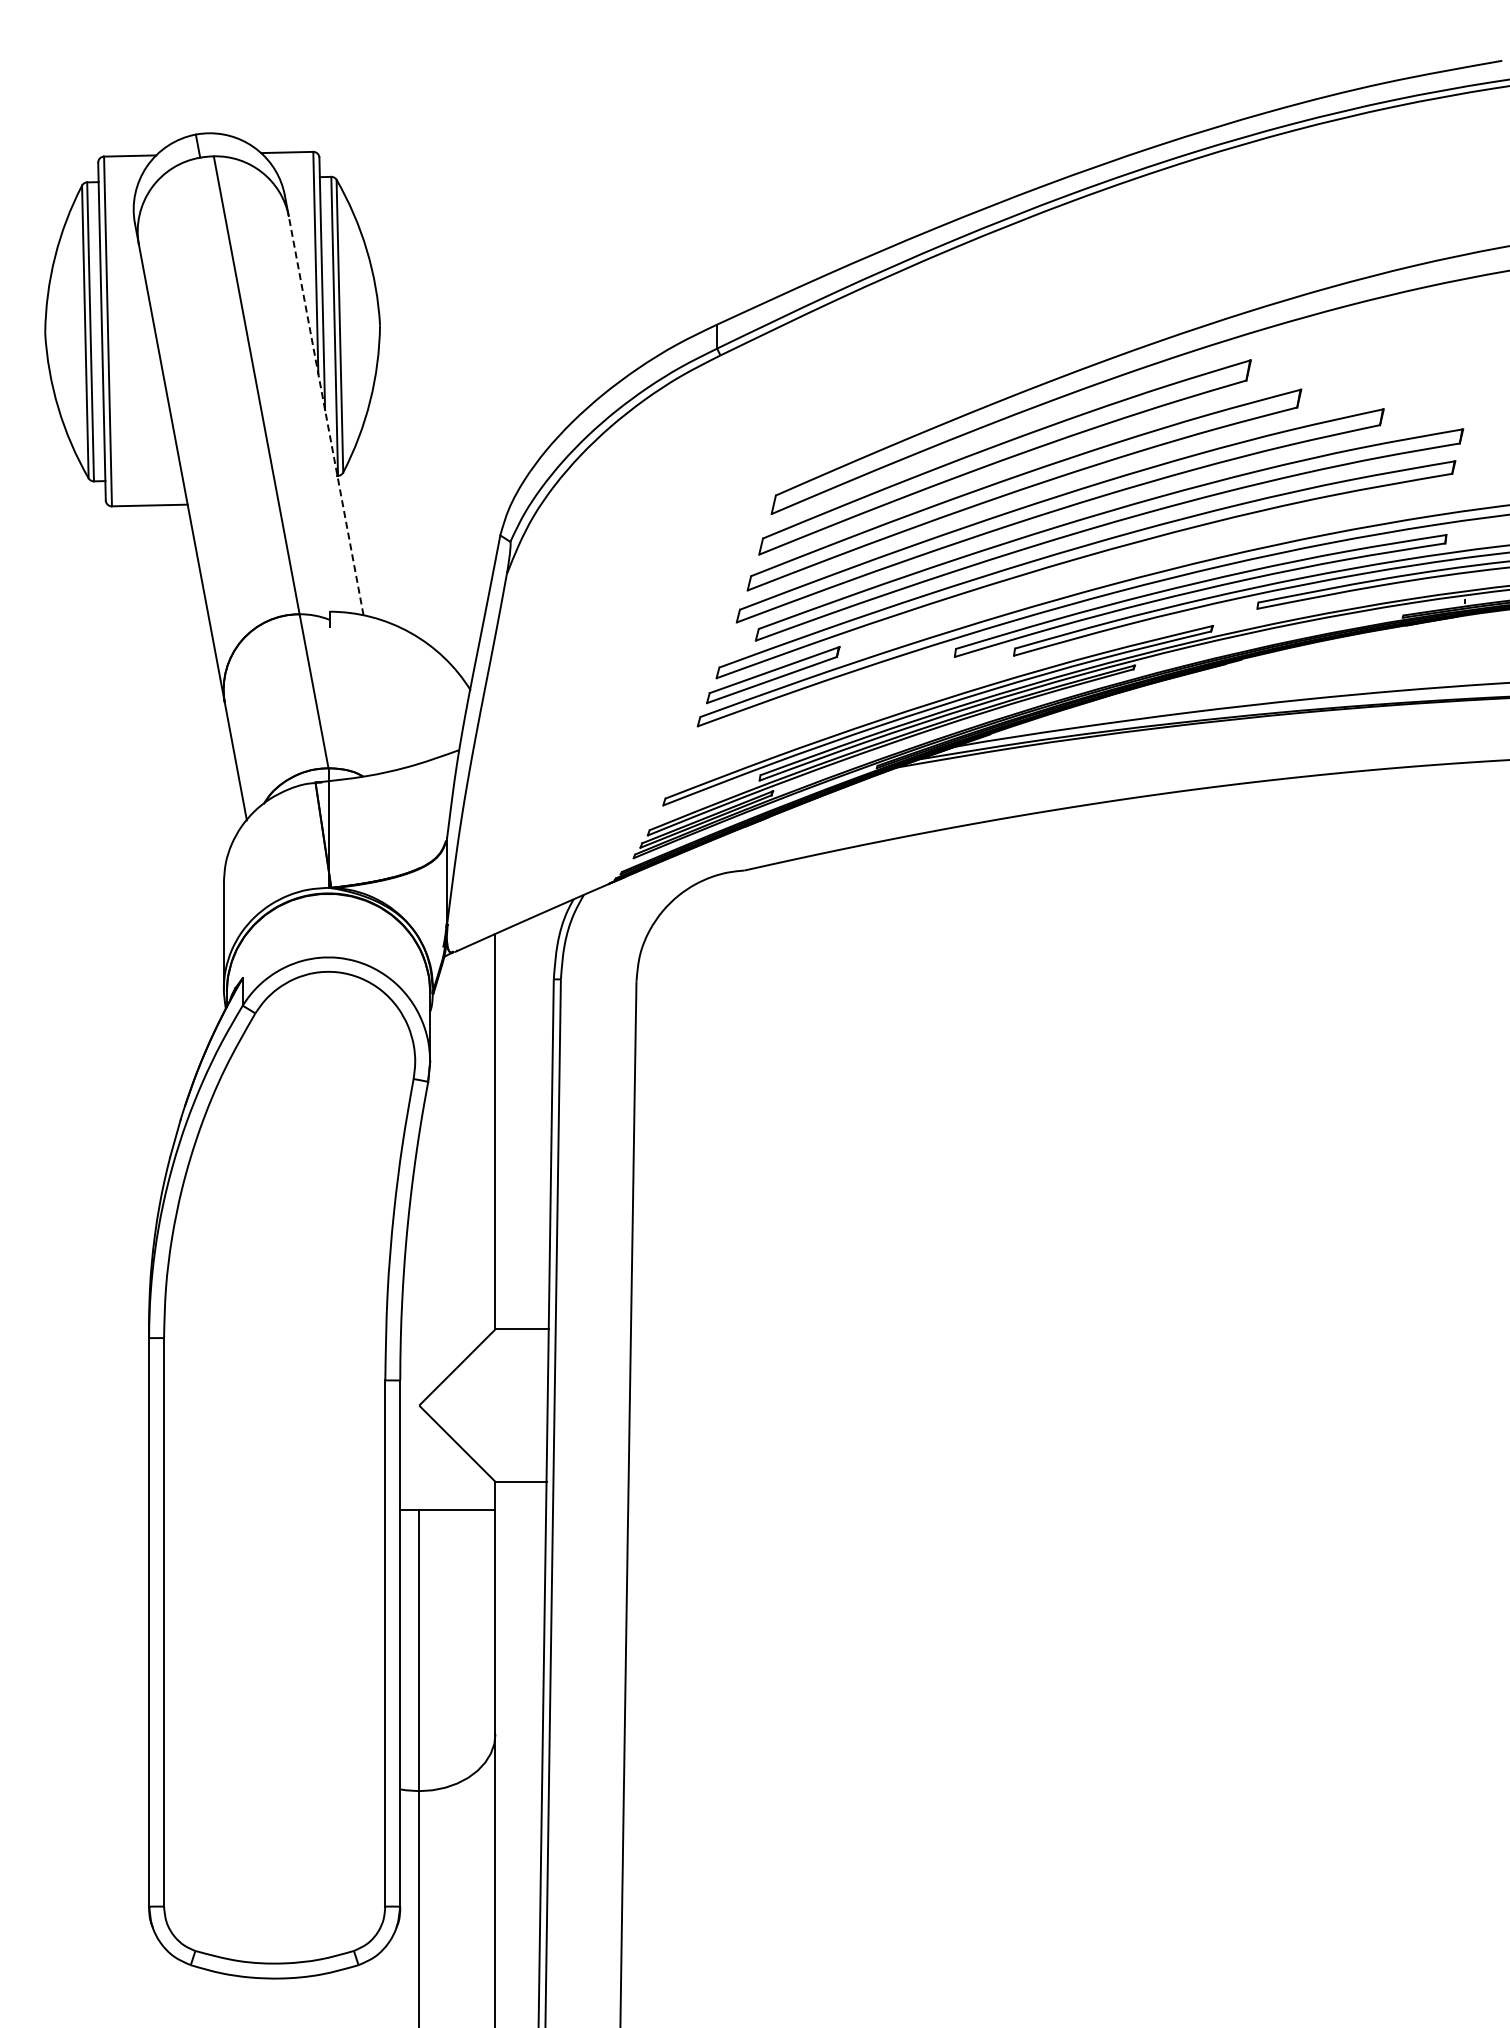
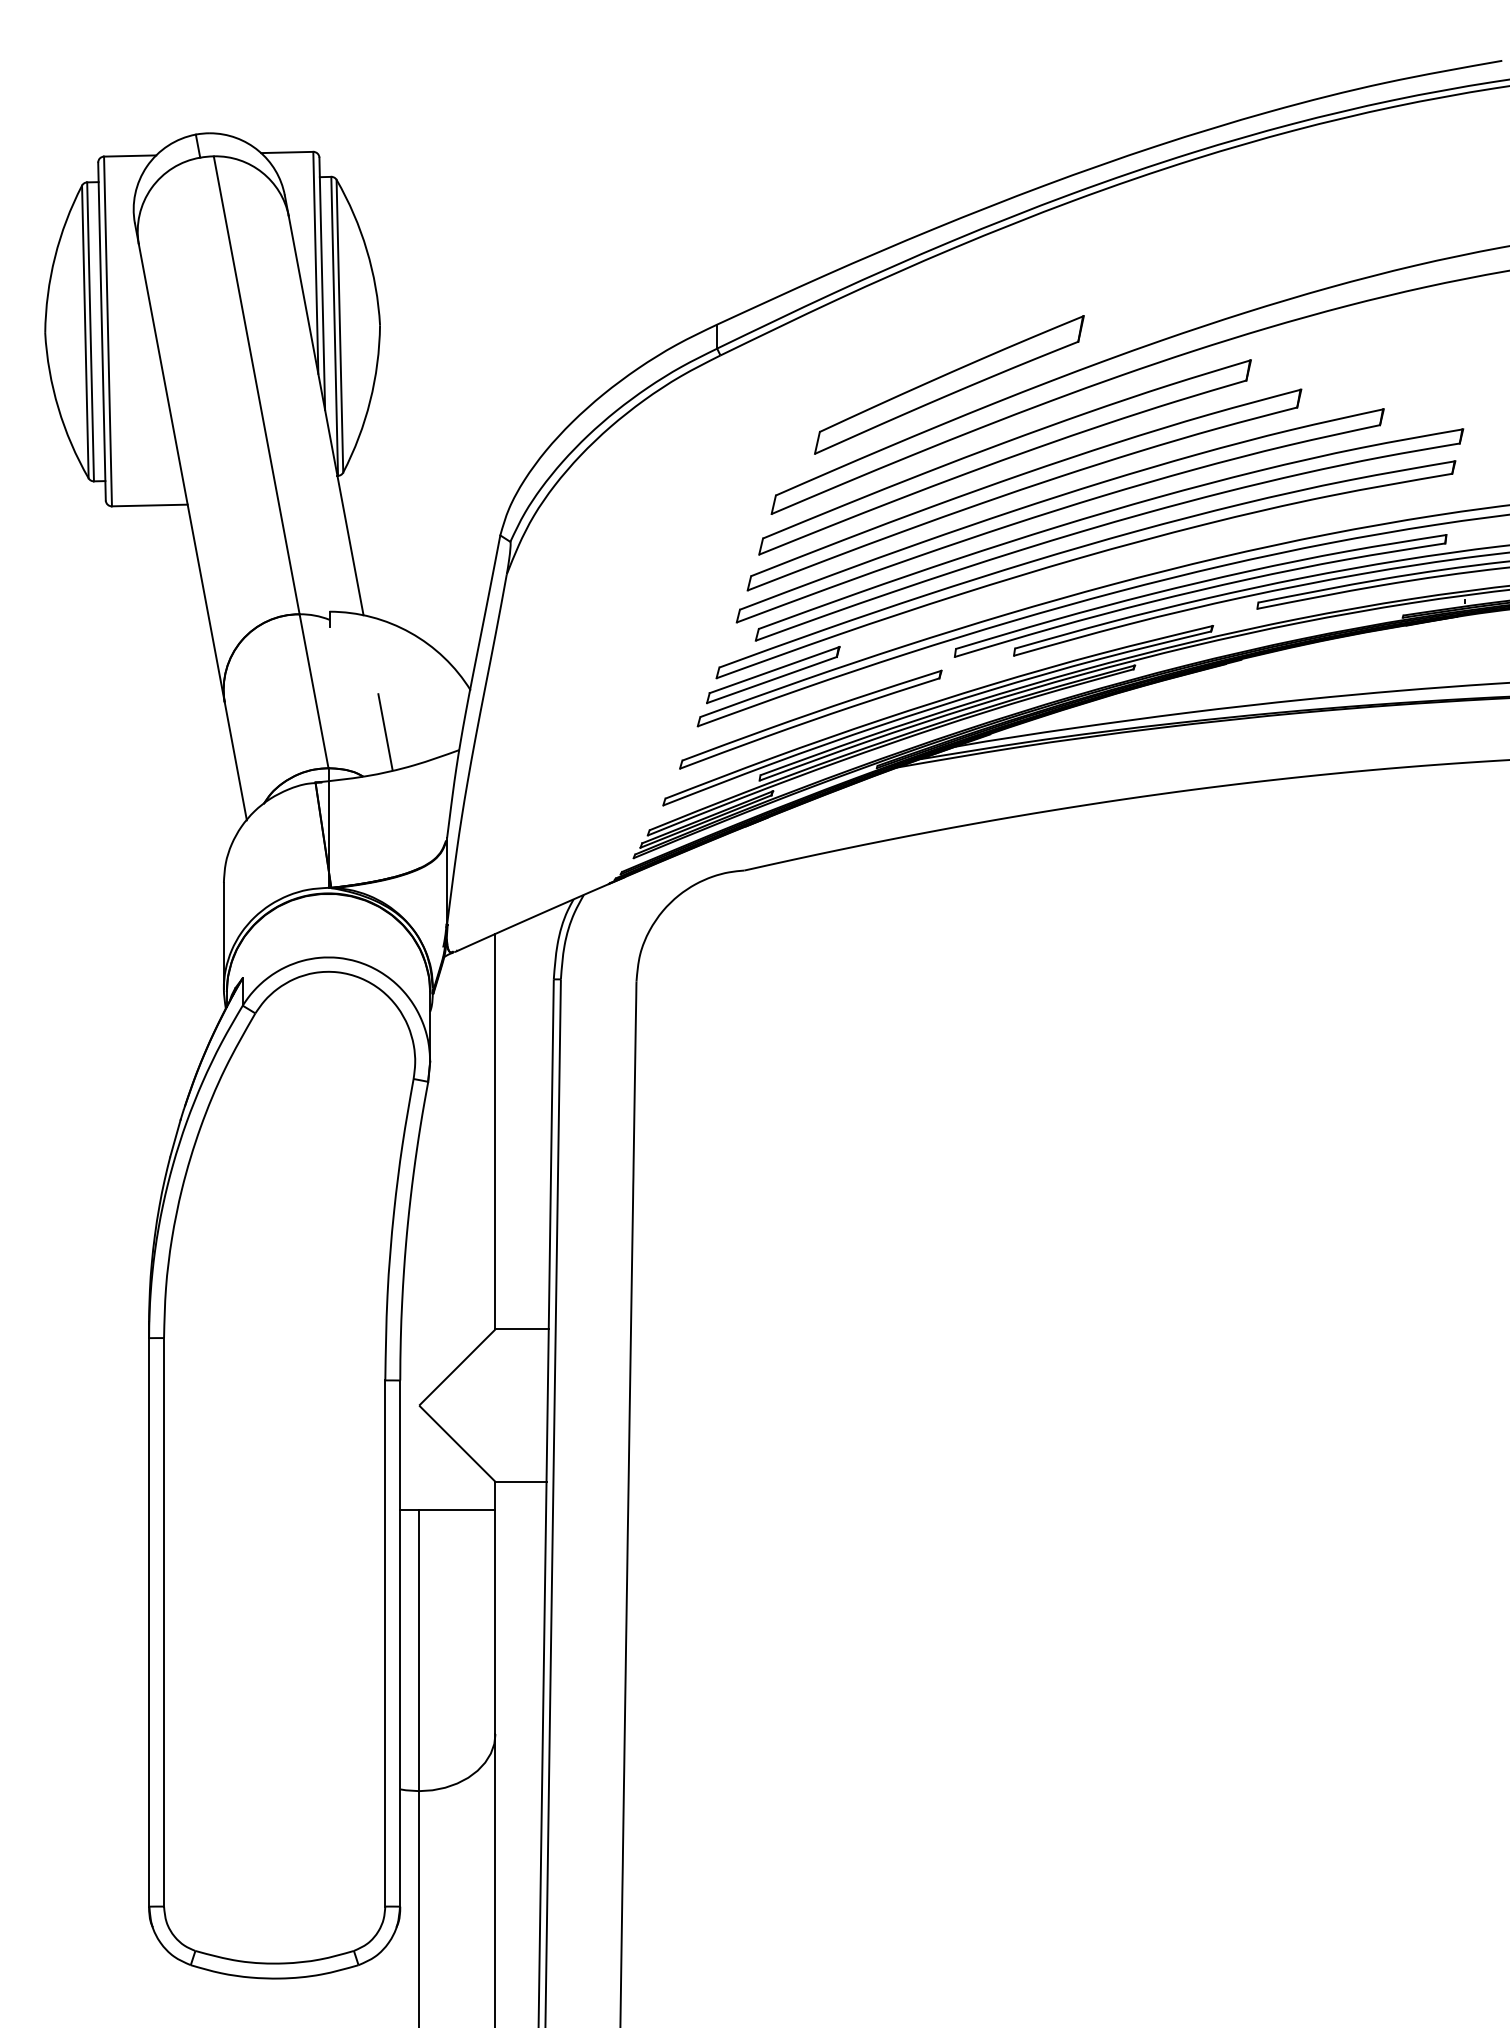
part at (949, 384): none -> present
line at (326, 415): dashed -> solid
part at (810, 719): none -> present
line at (385, 732): none -> present
